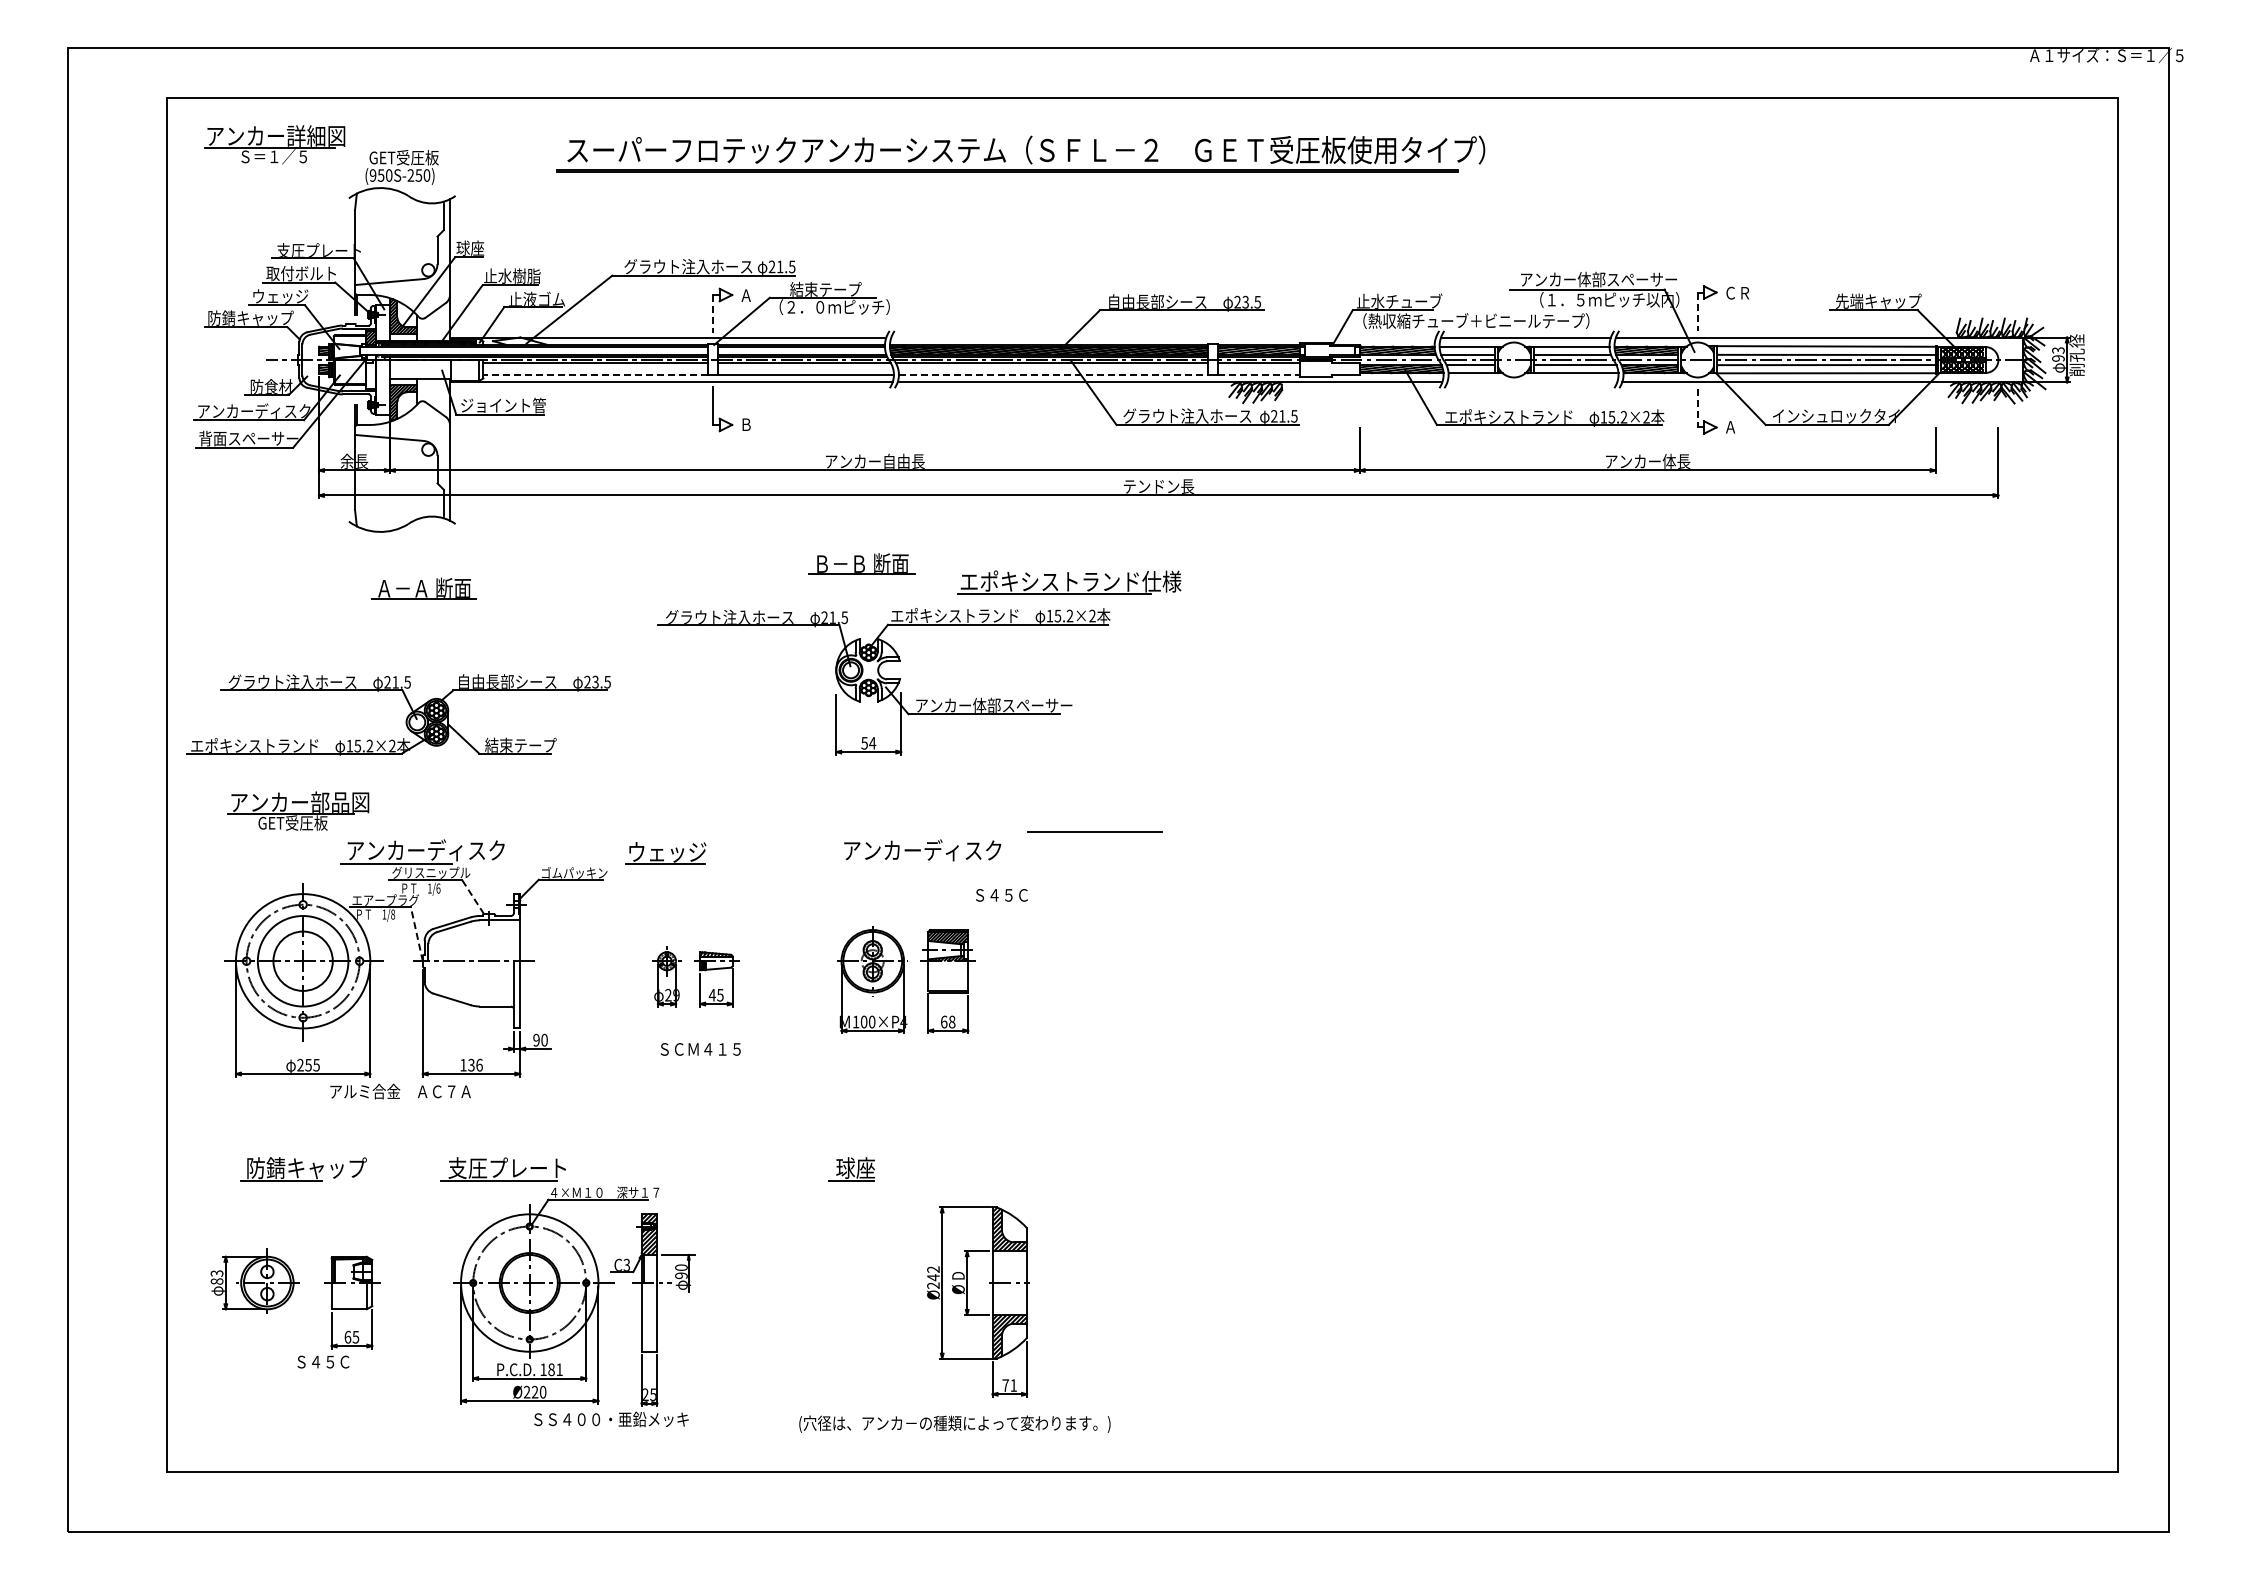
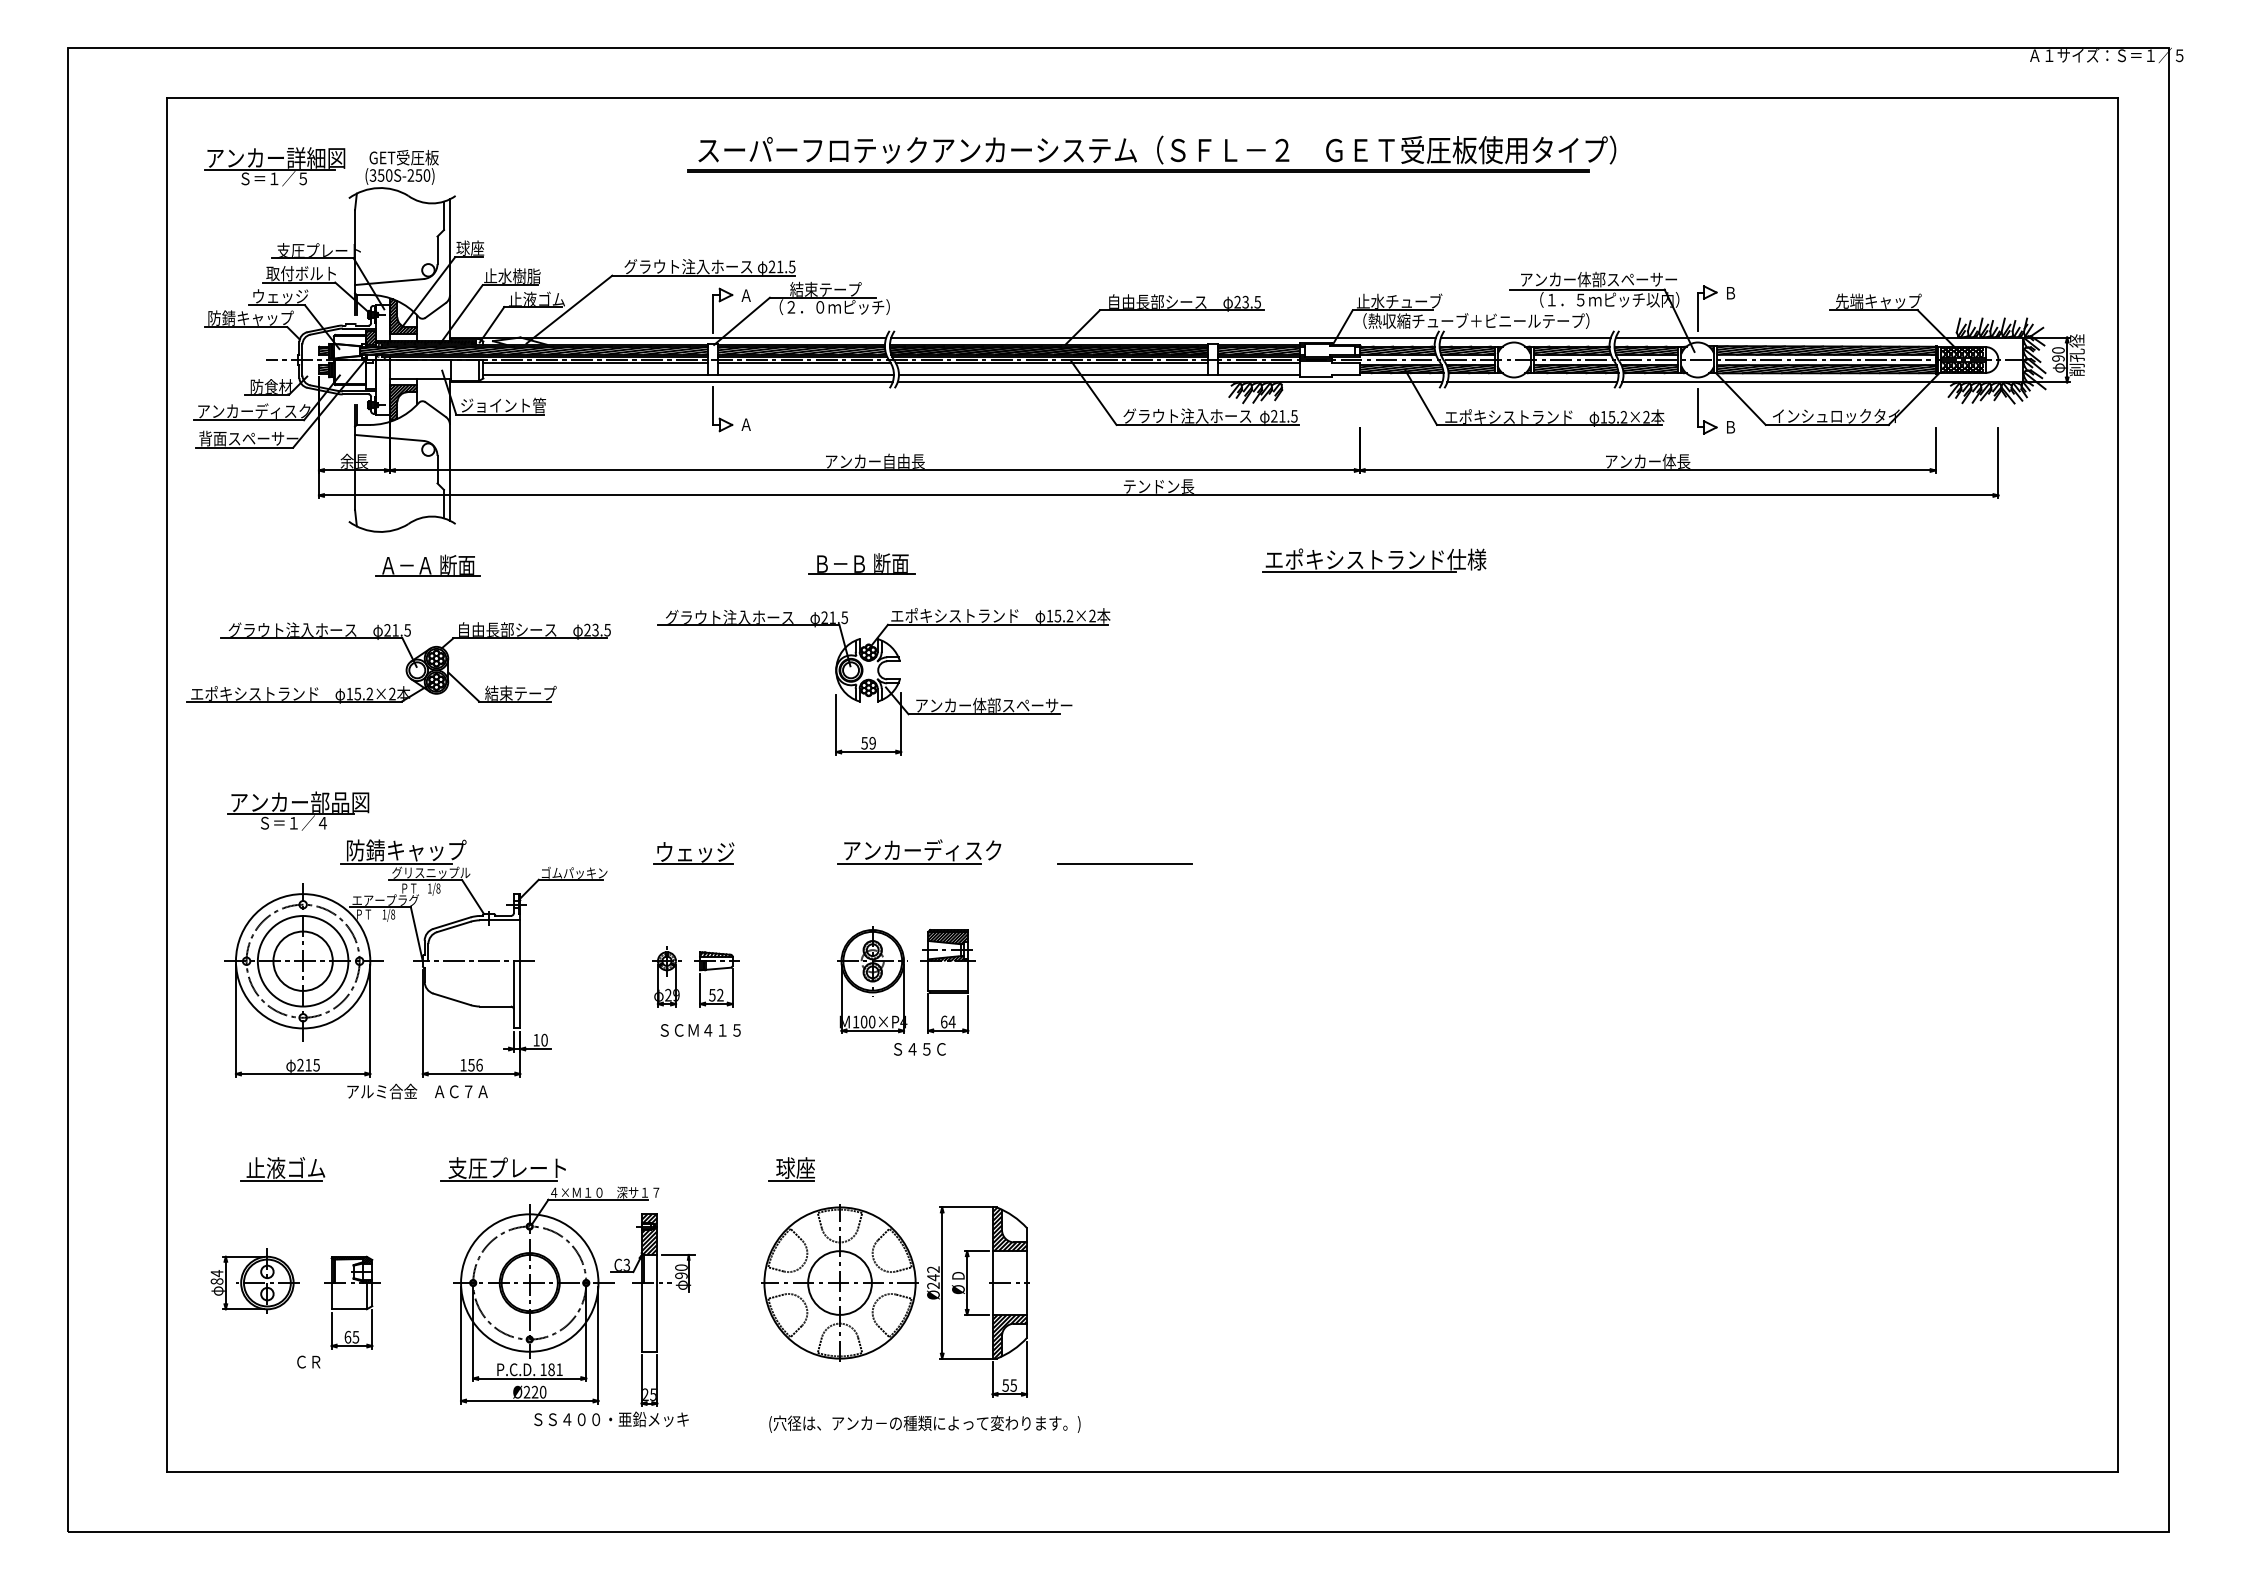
part at (274, 144) position: (274, 144) -> (274, 166)
part at (1020, 153) position: (1020, 153) -> (1151, 153)
text at (372, 175): (950S-250) -> (350S-250)
text at (1737, 292): ＣＲ -> Ｂ
line at (1697, 312): dashed -> solid
line at (713, 314): dashed -> solid
line at (1163, 337): none -> present
hatch at (534, 350): none -> present
hatch at (802, 350): none -> present
hatch at (1466, 350): none -> present
hatch at (1571, 350): none -> present
hatch at (1826, 350): none -> present
text at (2058, 350): 93 -> 90
hatch at (1470, 369): none -> present
hatch at (1575, 369): none -> present
hatch at (1826, 369): none -> present
line at (595, 375): dashed -> solid
line at (1053, 375): dashed -> solid
line at (1258, 375): dashed -> solid
line at (1532, 382): none -> present
line at (1697, 408): dashed -> solid
text at (745, 424): Ｂ -> Ａ
text at (1730, 427): Ａ -> Ｂ
part at (1069, 582) position: (1069, 582) -> (1374, 560)
part at (423, 588) position: (423, 588) -> (427, 565)
part at (406, 717) position: (406, 717) -> (406, 665)
text at (872, 742): 54 -> 59
text at (292, 822): GET受圧板 -> Ｓ＝１／４
line at (1094, 831) position: (1094, 831) -> (1124, 863)
text at (425, 850): アンカーディスク -> 防錆キャップ
part at (665, 853) position: (665, 853) -> (693, 853)
line at (909, 863): none -> present
text at (438, 888): 1/6 -> 1/8
text at (1001, 895) position: (1001, 895) -> (919, 1049)
line at (473, 897): dashed -> solid
line at (416, 934): dashed -> solid
text at (715, 994): 45 -> 52
text at (951, 1021): 68 -> 64
text at (536, 1039): 90 -> 10
text at (700, 1049) position: (700, 1049) -> (700, 1030)
text at (471, 1064): 136 -> 156
text at (308, 1065): 255 -> 215
text at (400, 1091) position: (400, 1091) -> (417, 1091)
text at (306, 1168): 防錆キャップ -> 止液ゴム
part at (851, 1169) position: (851, 1169) -> (791, 1169)
text at (216, 1273): 83 -> 84
part at (839, 1282): none -> present
text at (323, 1361): Ｓ４５Ｃ -> ＣＲ
text at (1009, 1385): 71 -> 55
text at (954, 1423) position: (954, 1423) -> (924, 1423)
